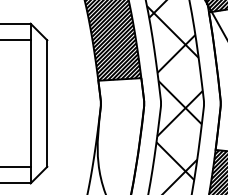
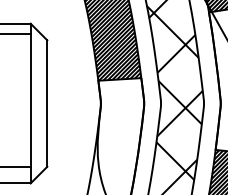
line at (16, 40) position: (16, 40) -> (16, 34)
